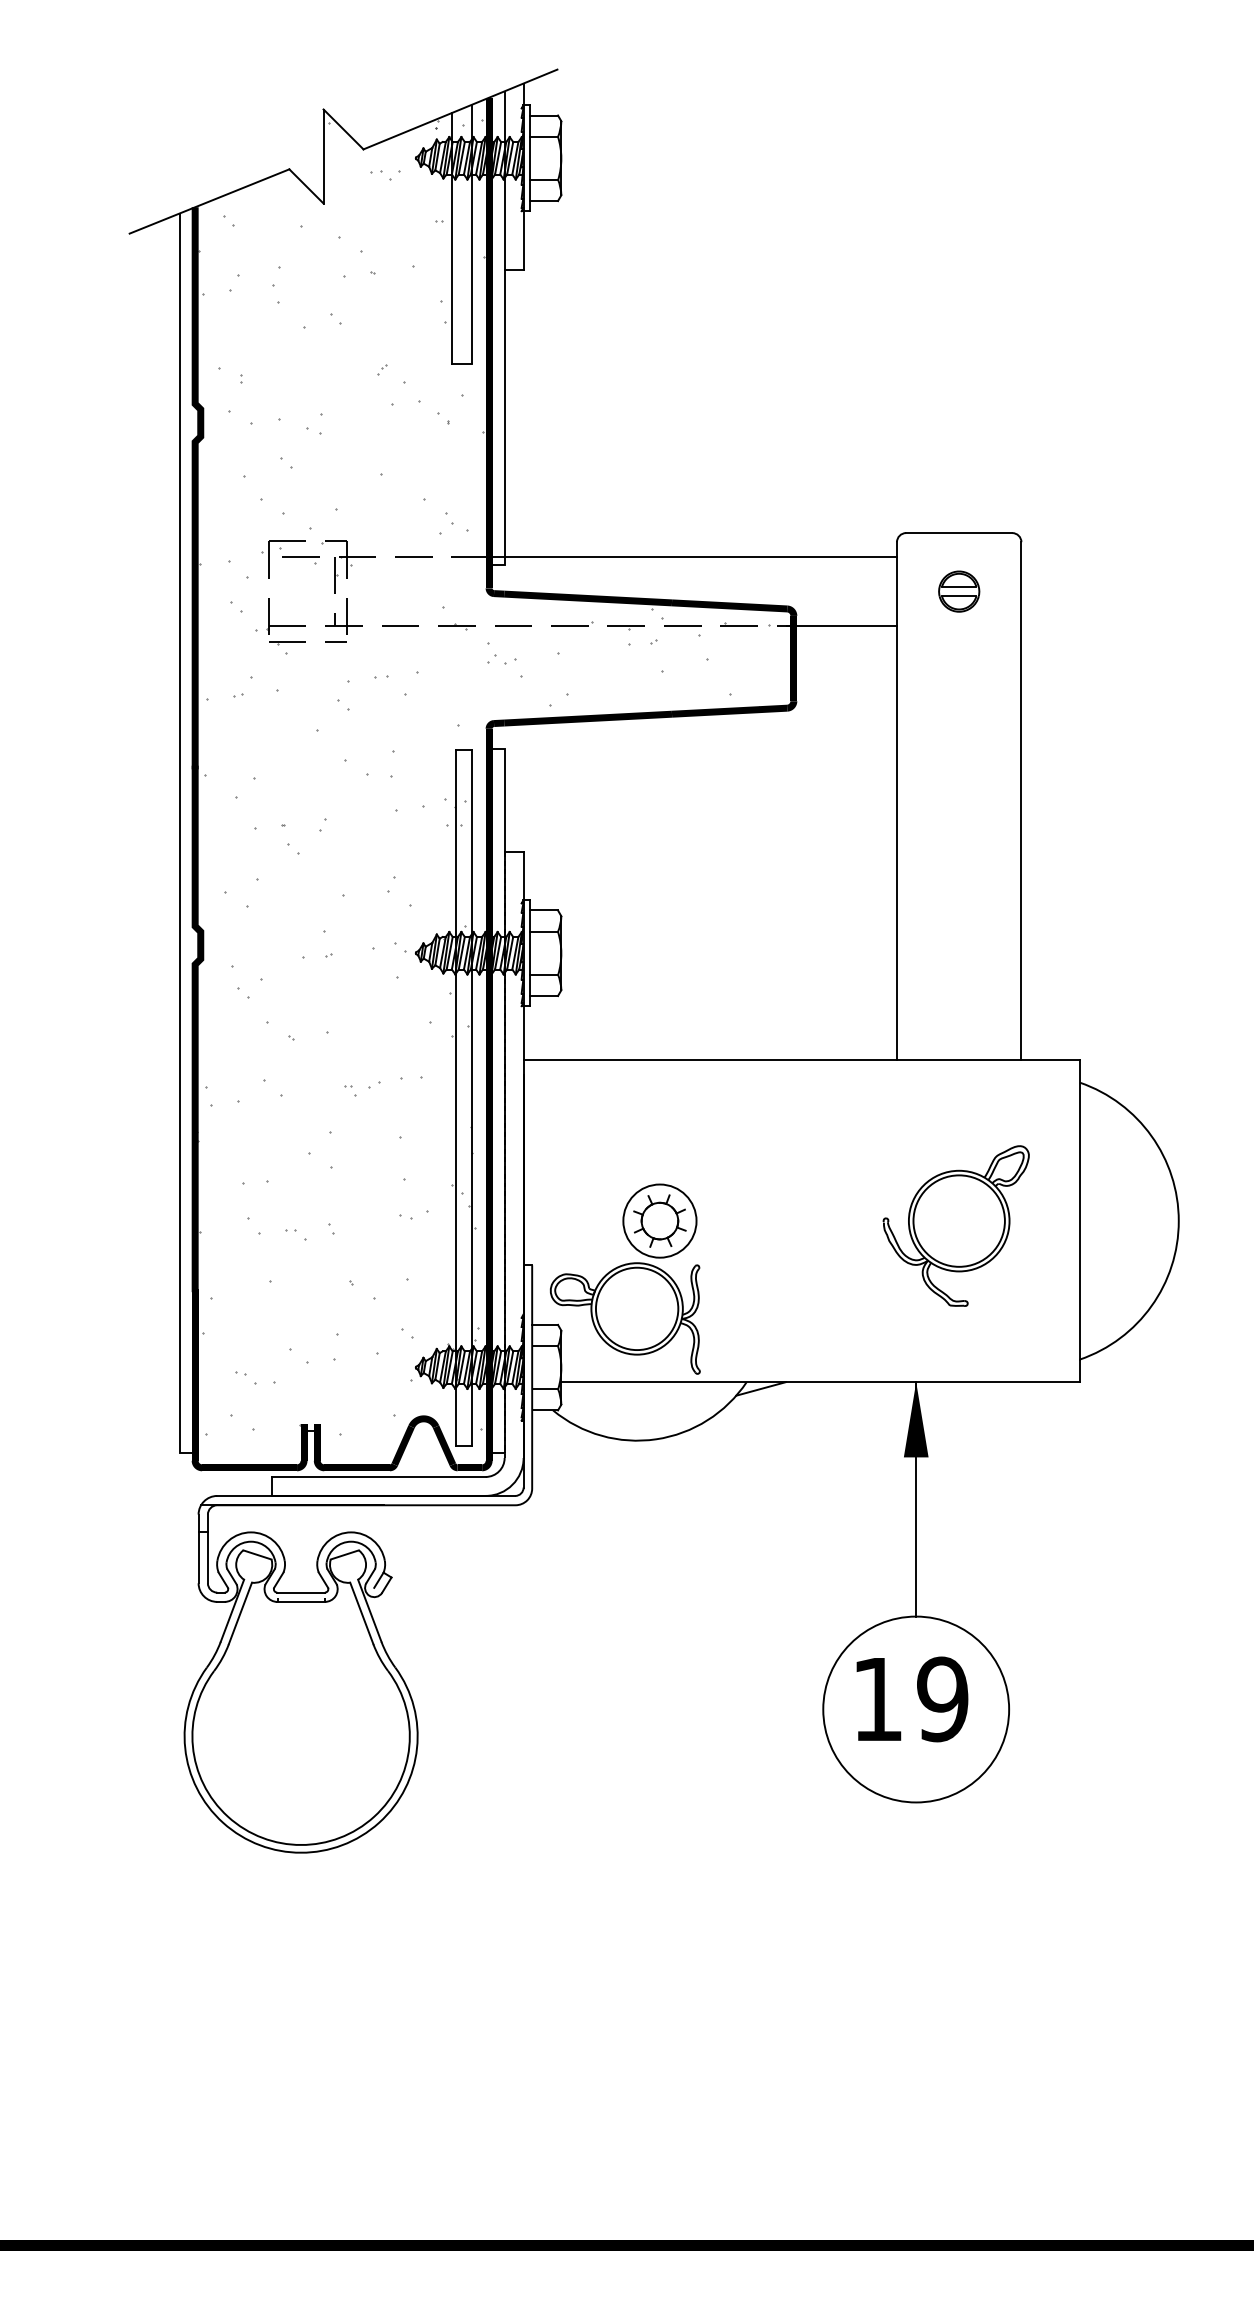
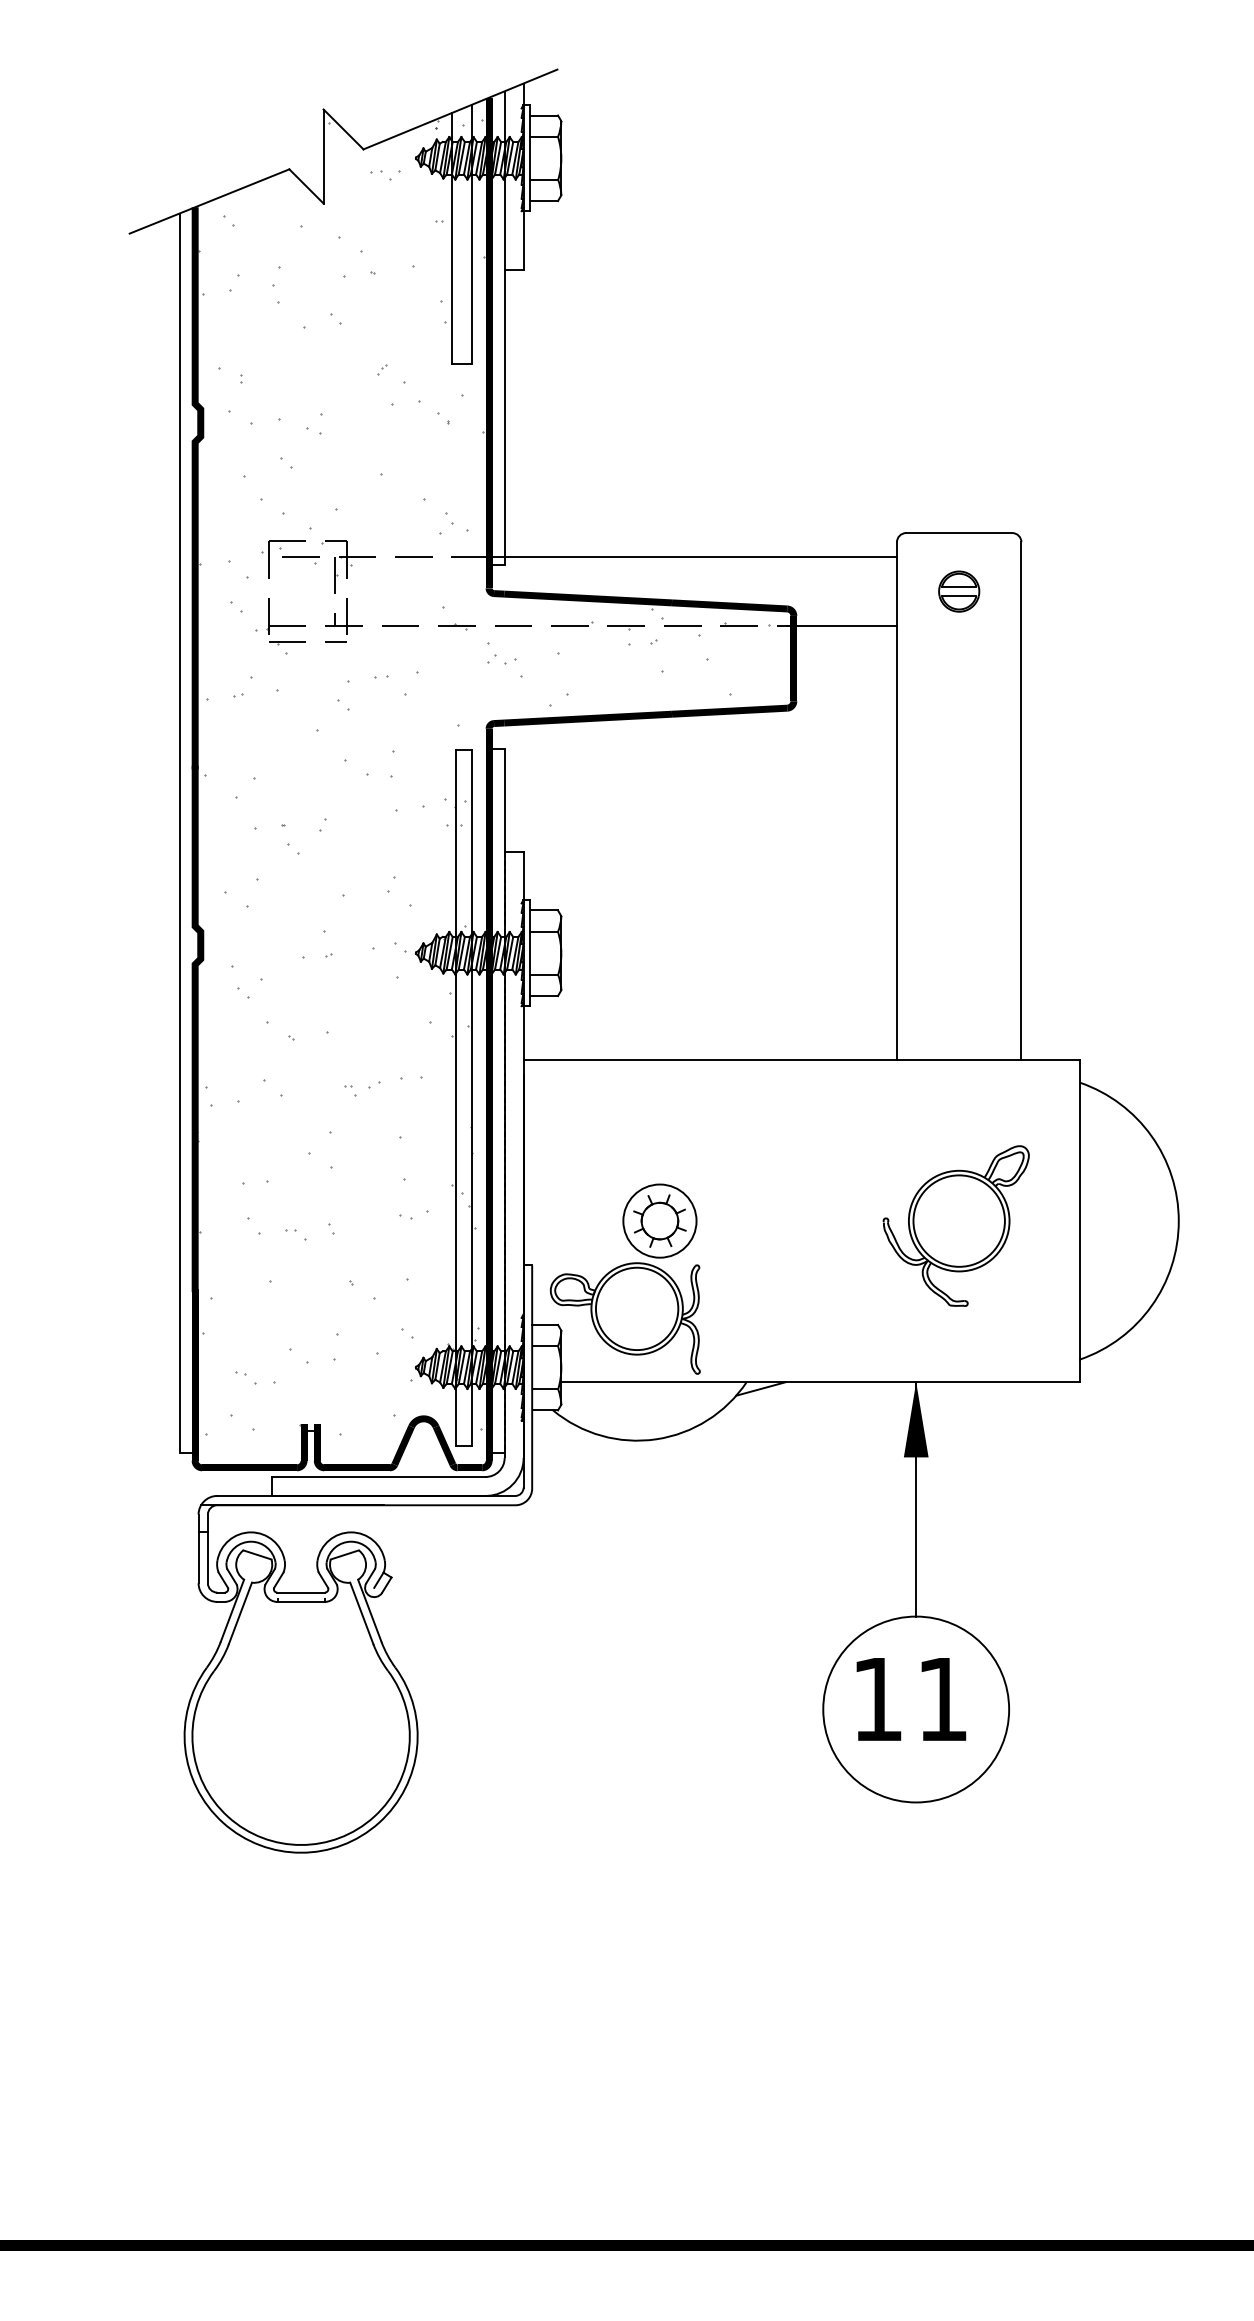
text at (942, 1699): 19 -> 11
